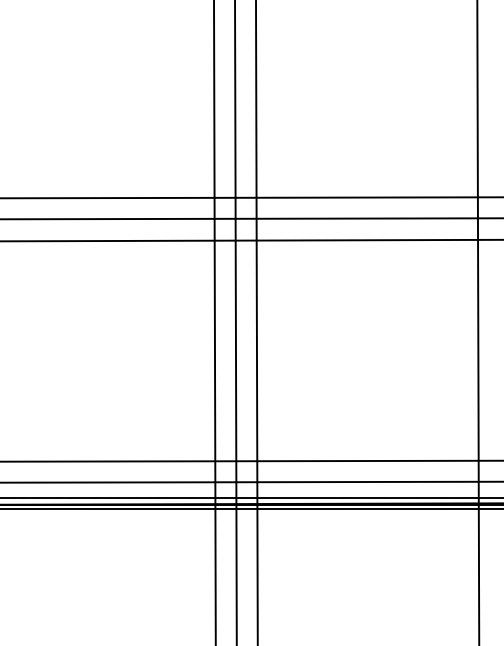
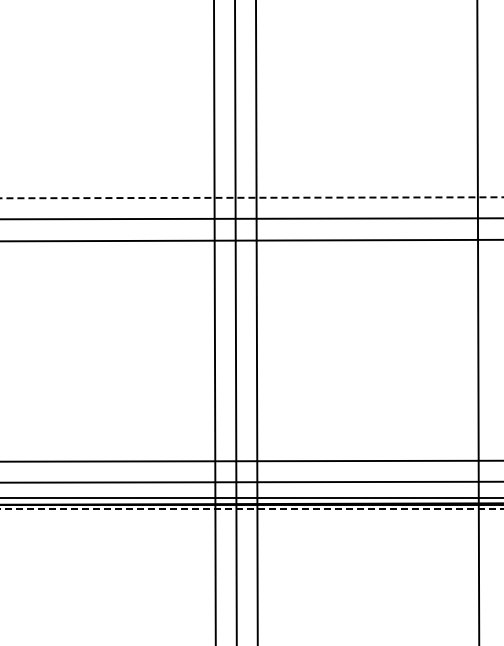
line at (251, 197): solid -> dashed
line at (252, 509): solid -> dashed
